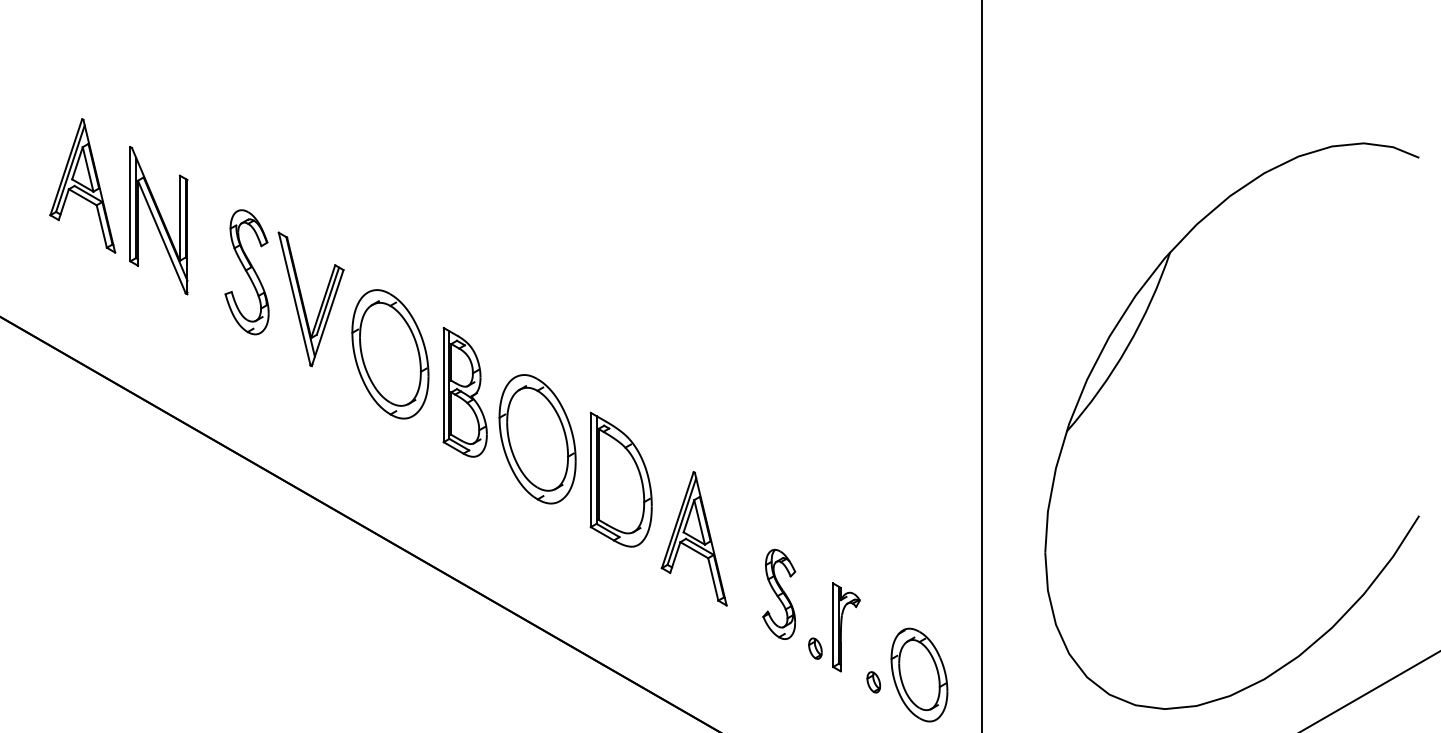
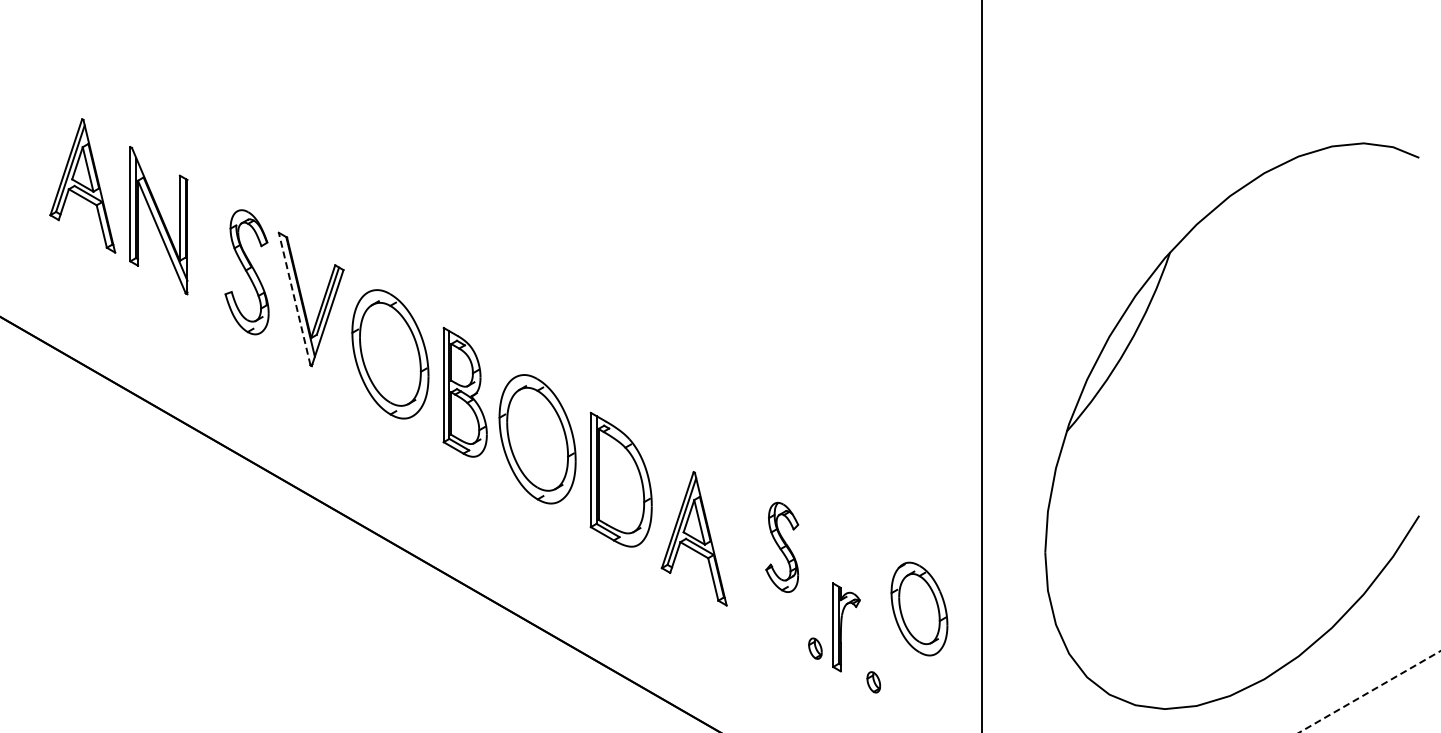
line at (294, 298): solid -> dashed
part at (779, 593) position: (779, 593) -> (782, 546)
part at (919, 674) position: (919, 674) -> (919, 608)
line at (1369, 692): solid -> dashed
